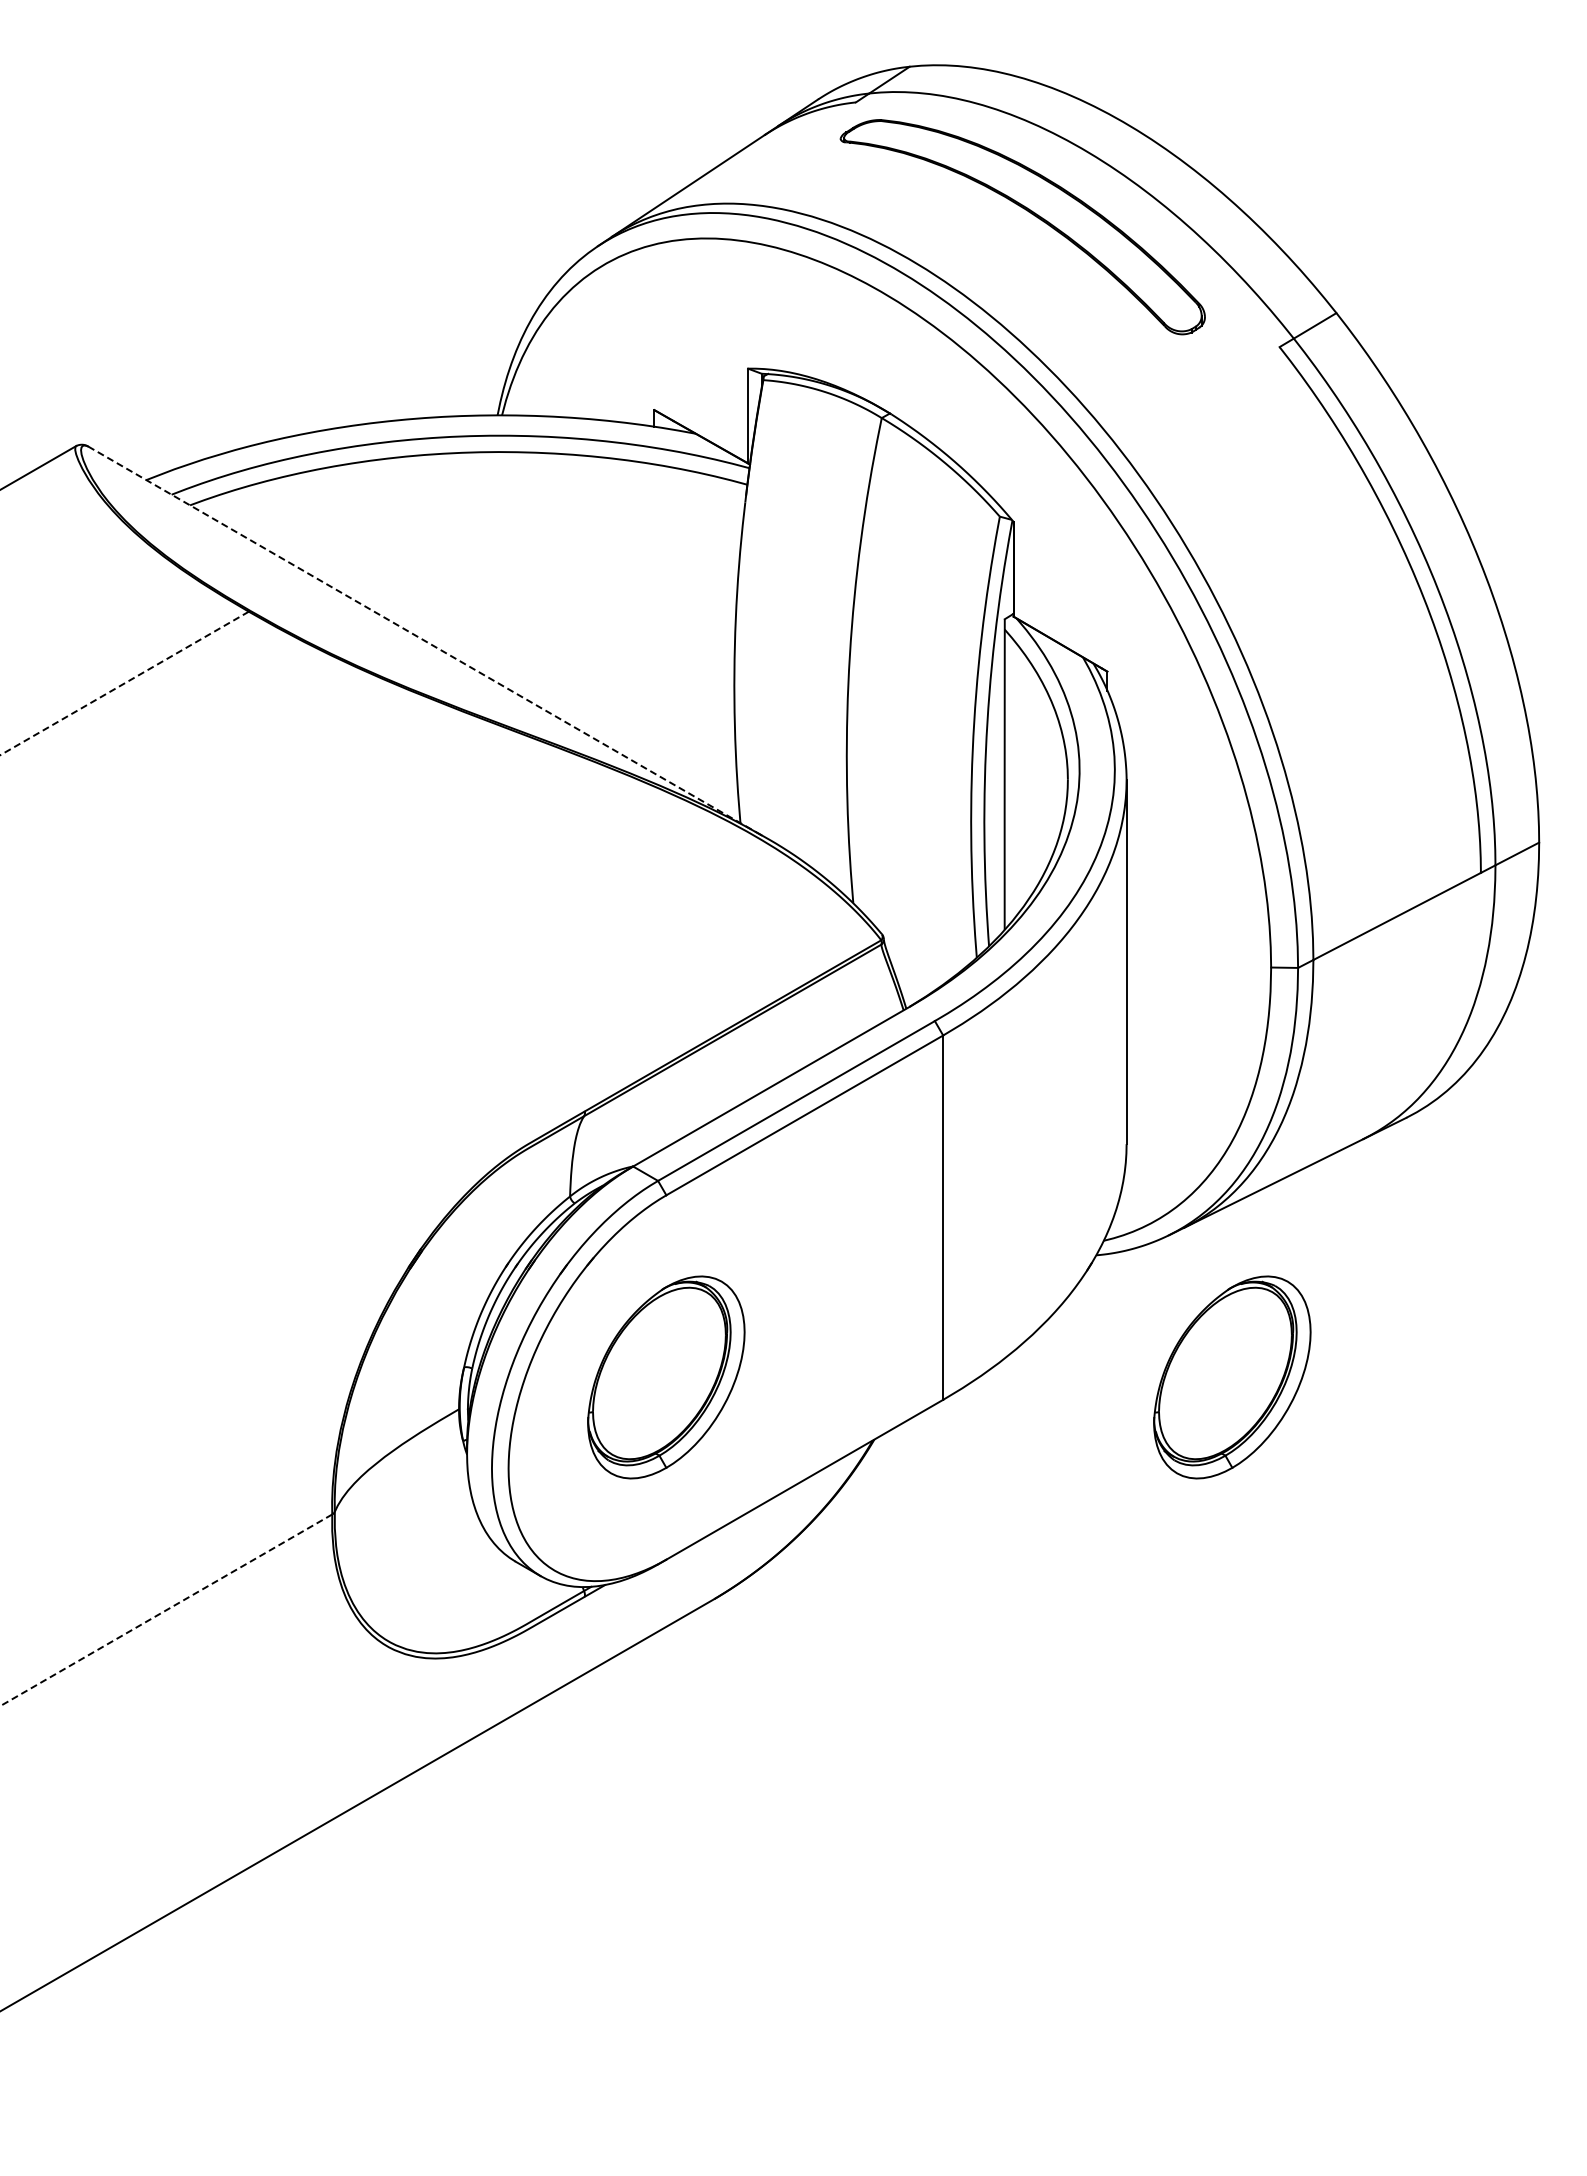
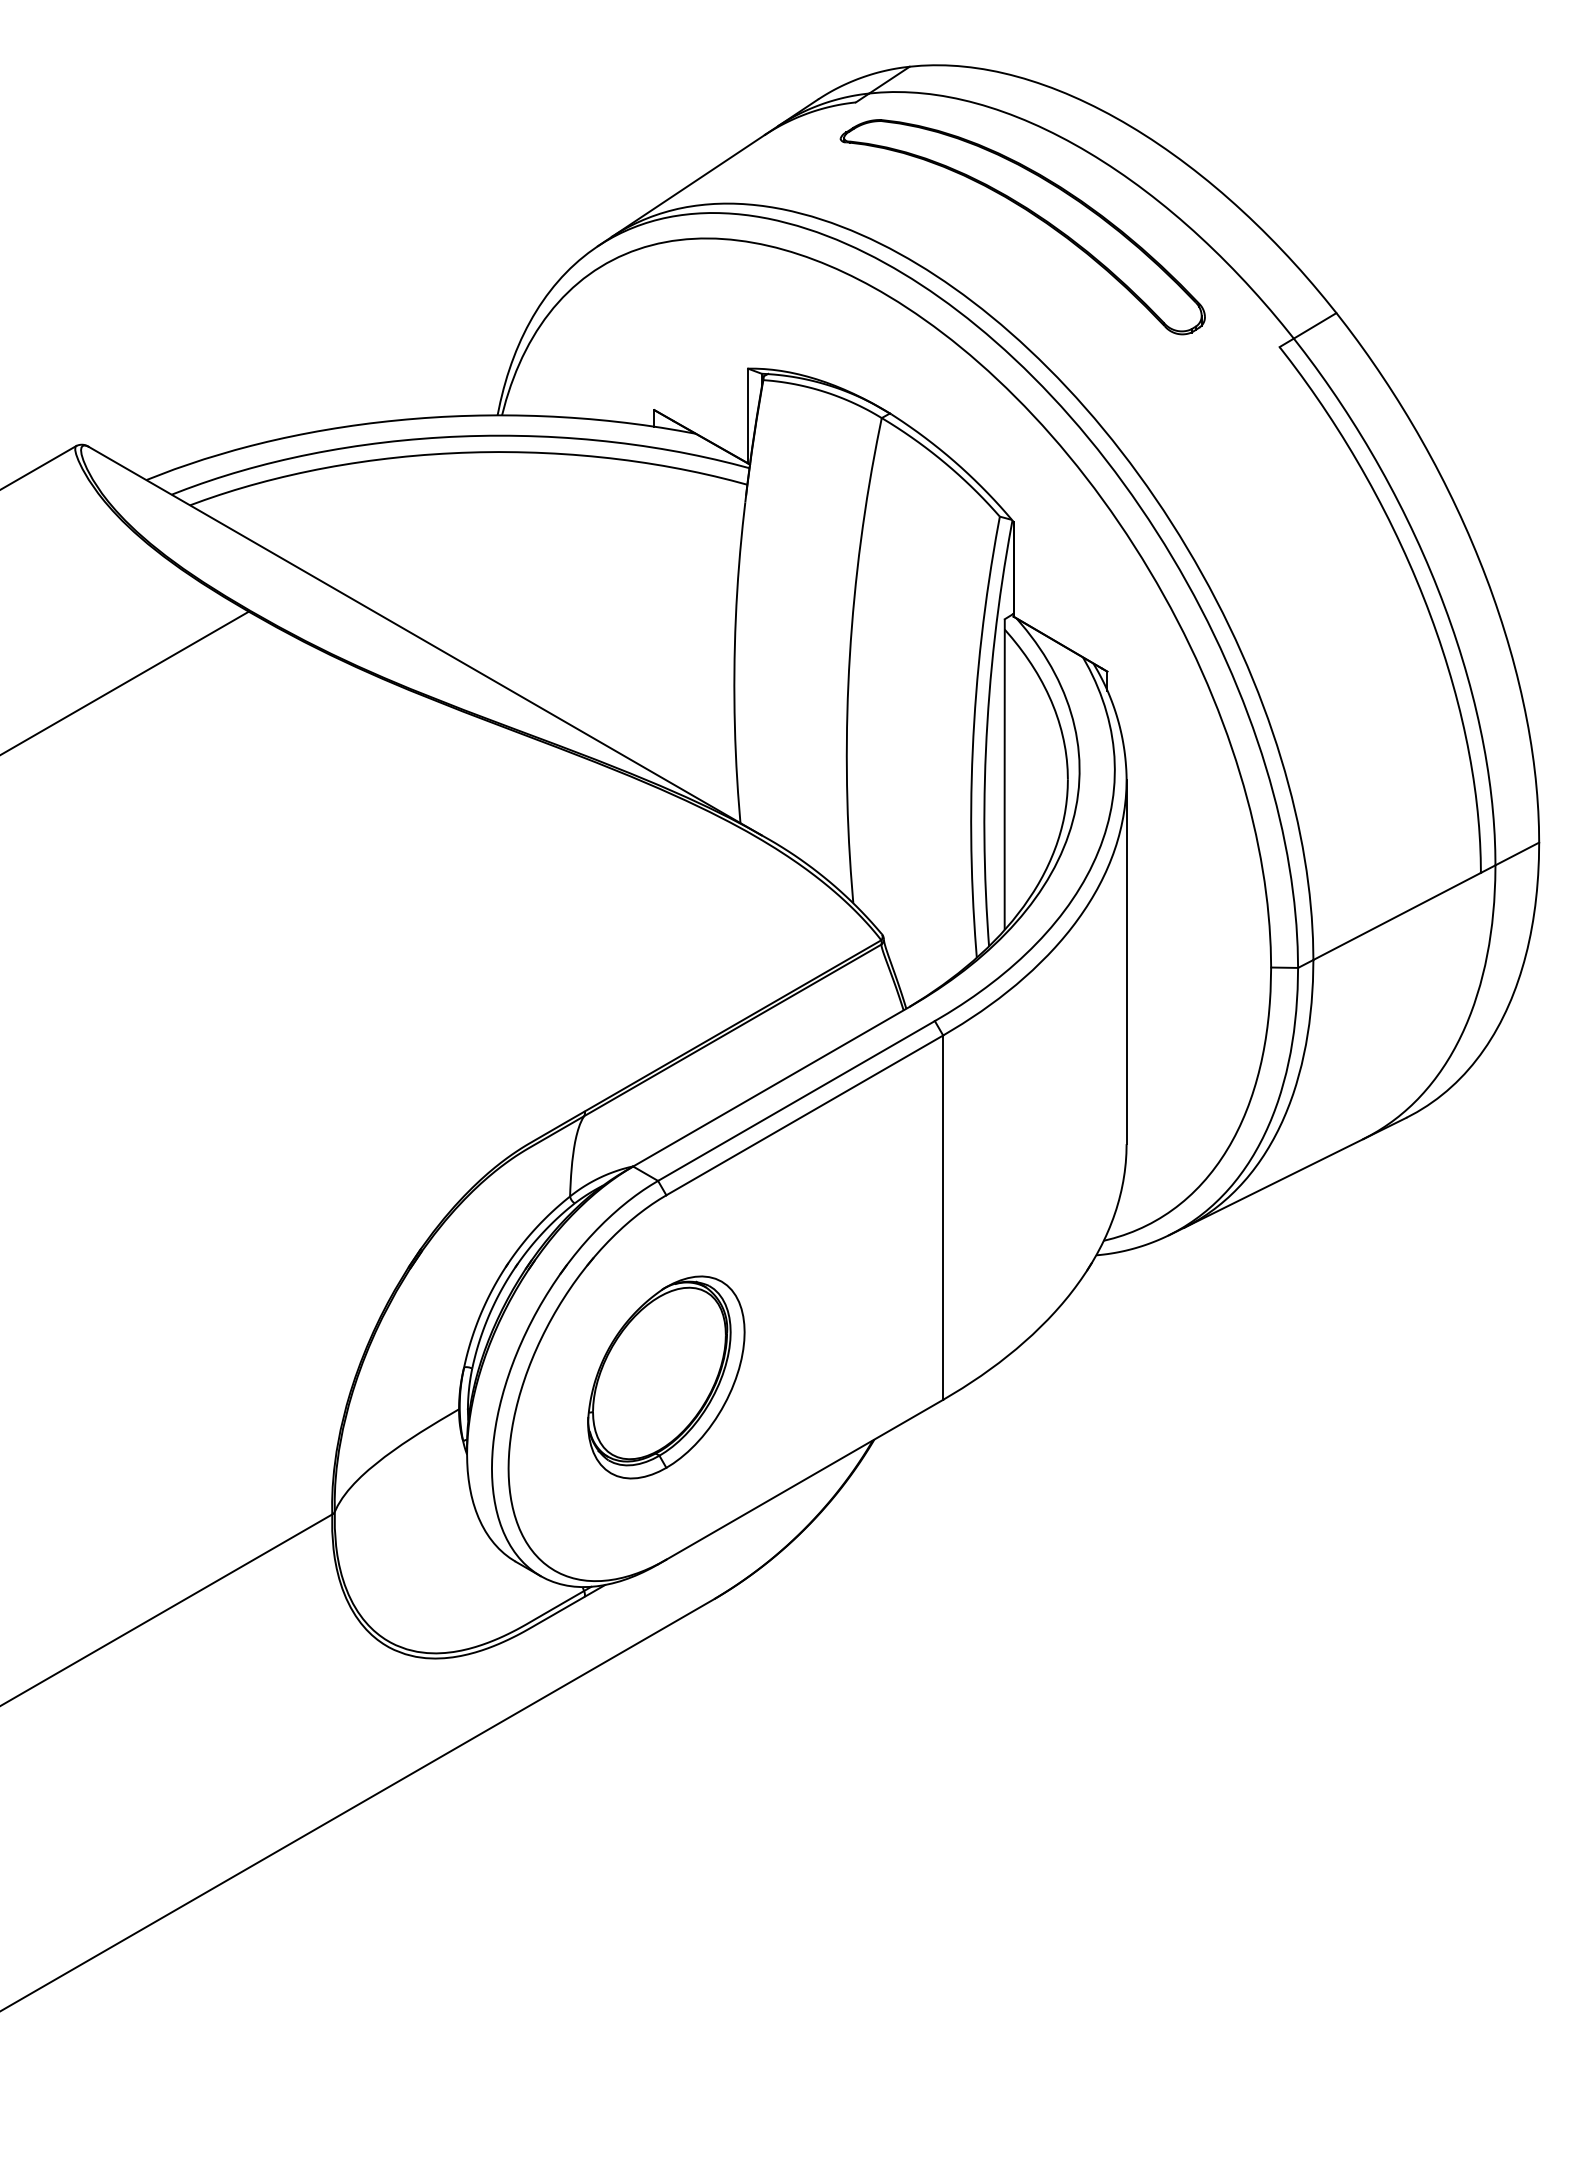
line at (425, 641): dashed -> solid
line at (125, 683): dashed -> solid
part at (1232, 1377): present -> none
line at (166, 1610): dashed -> solid
